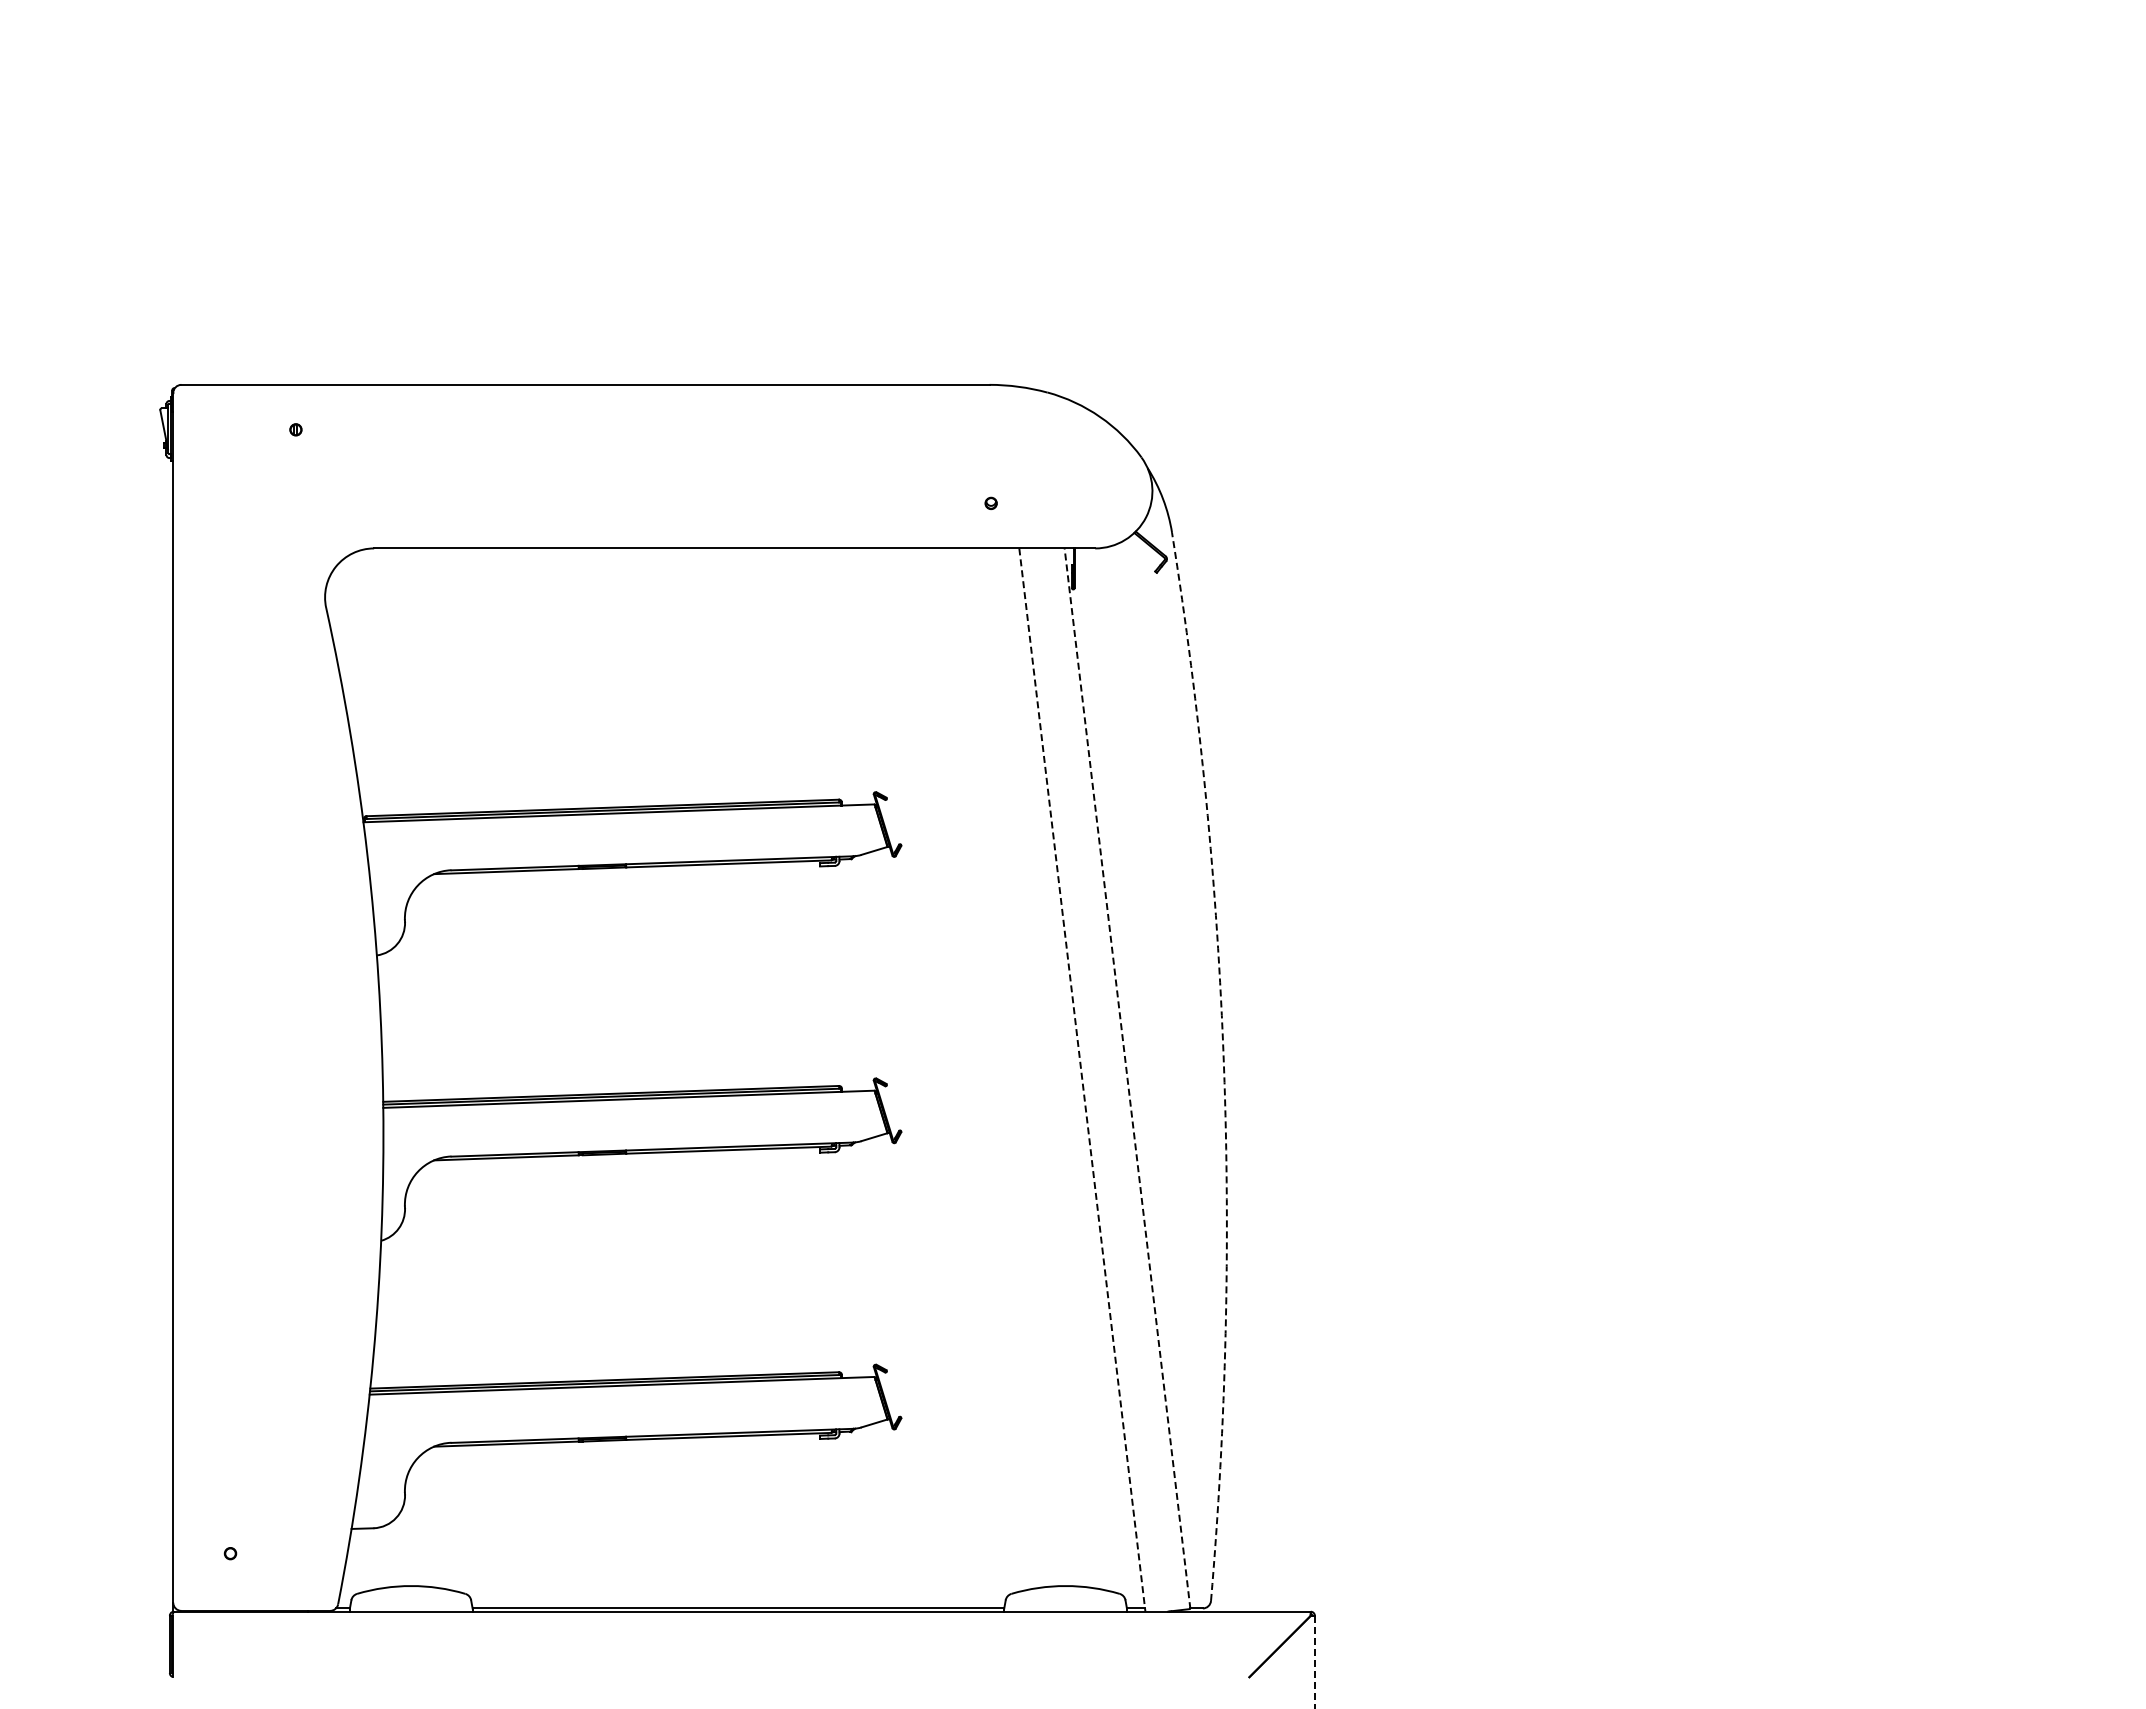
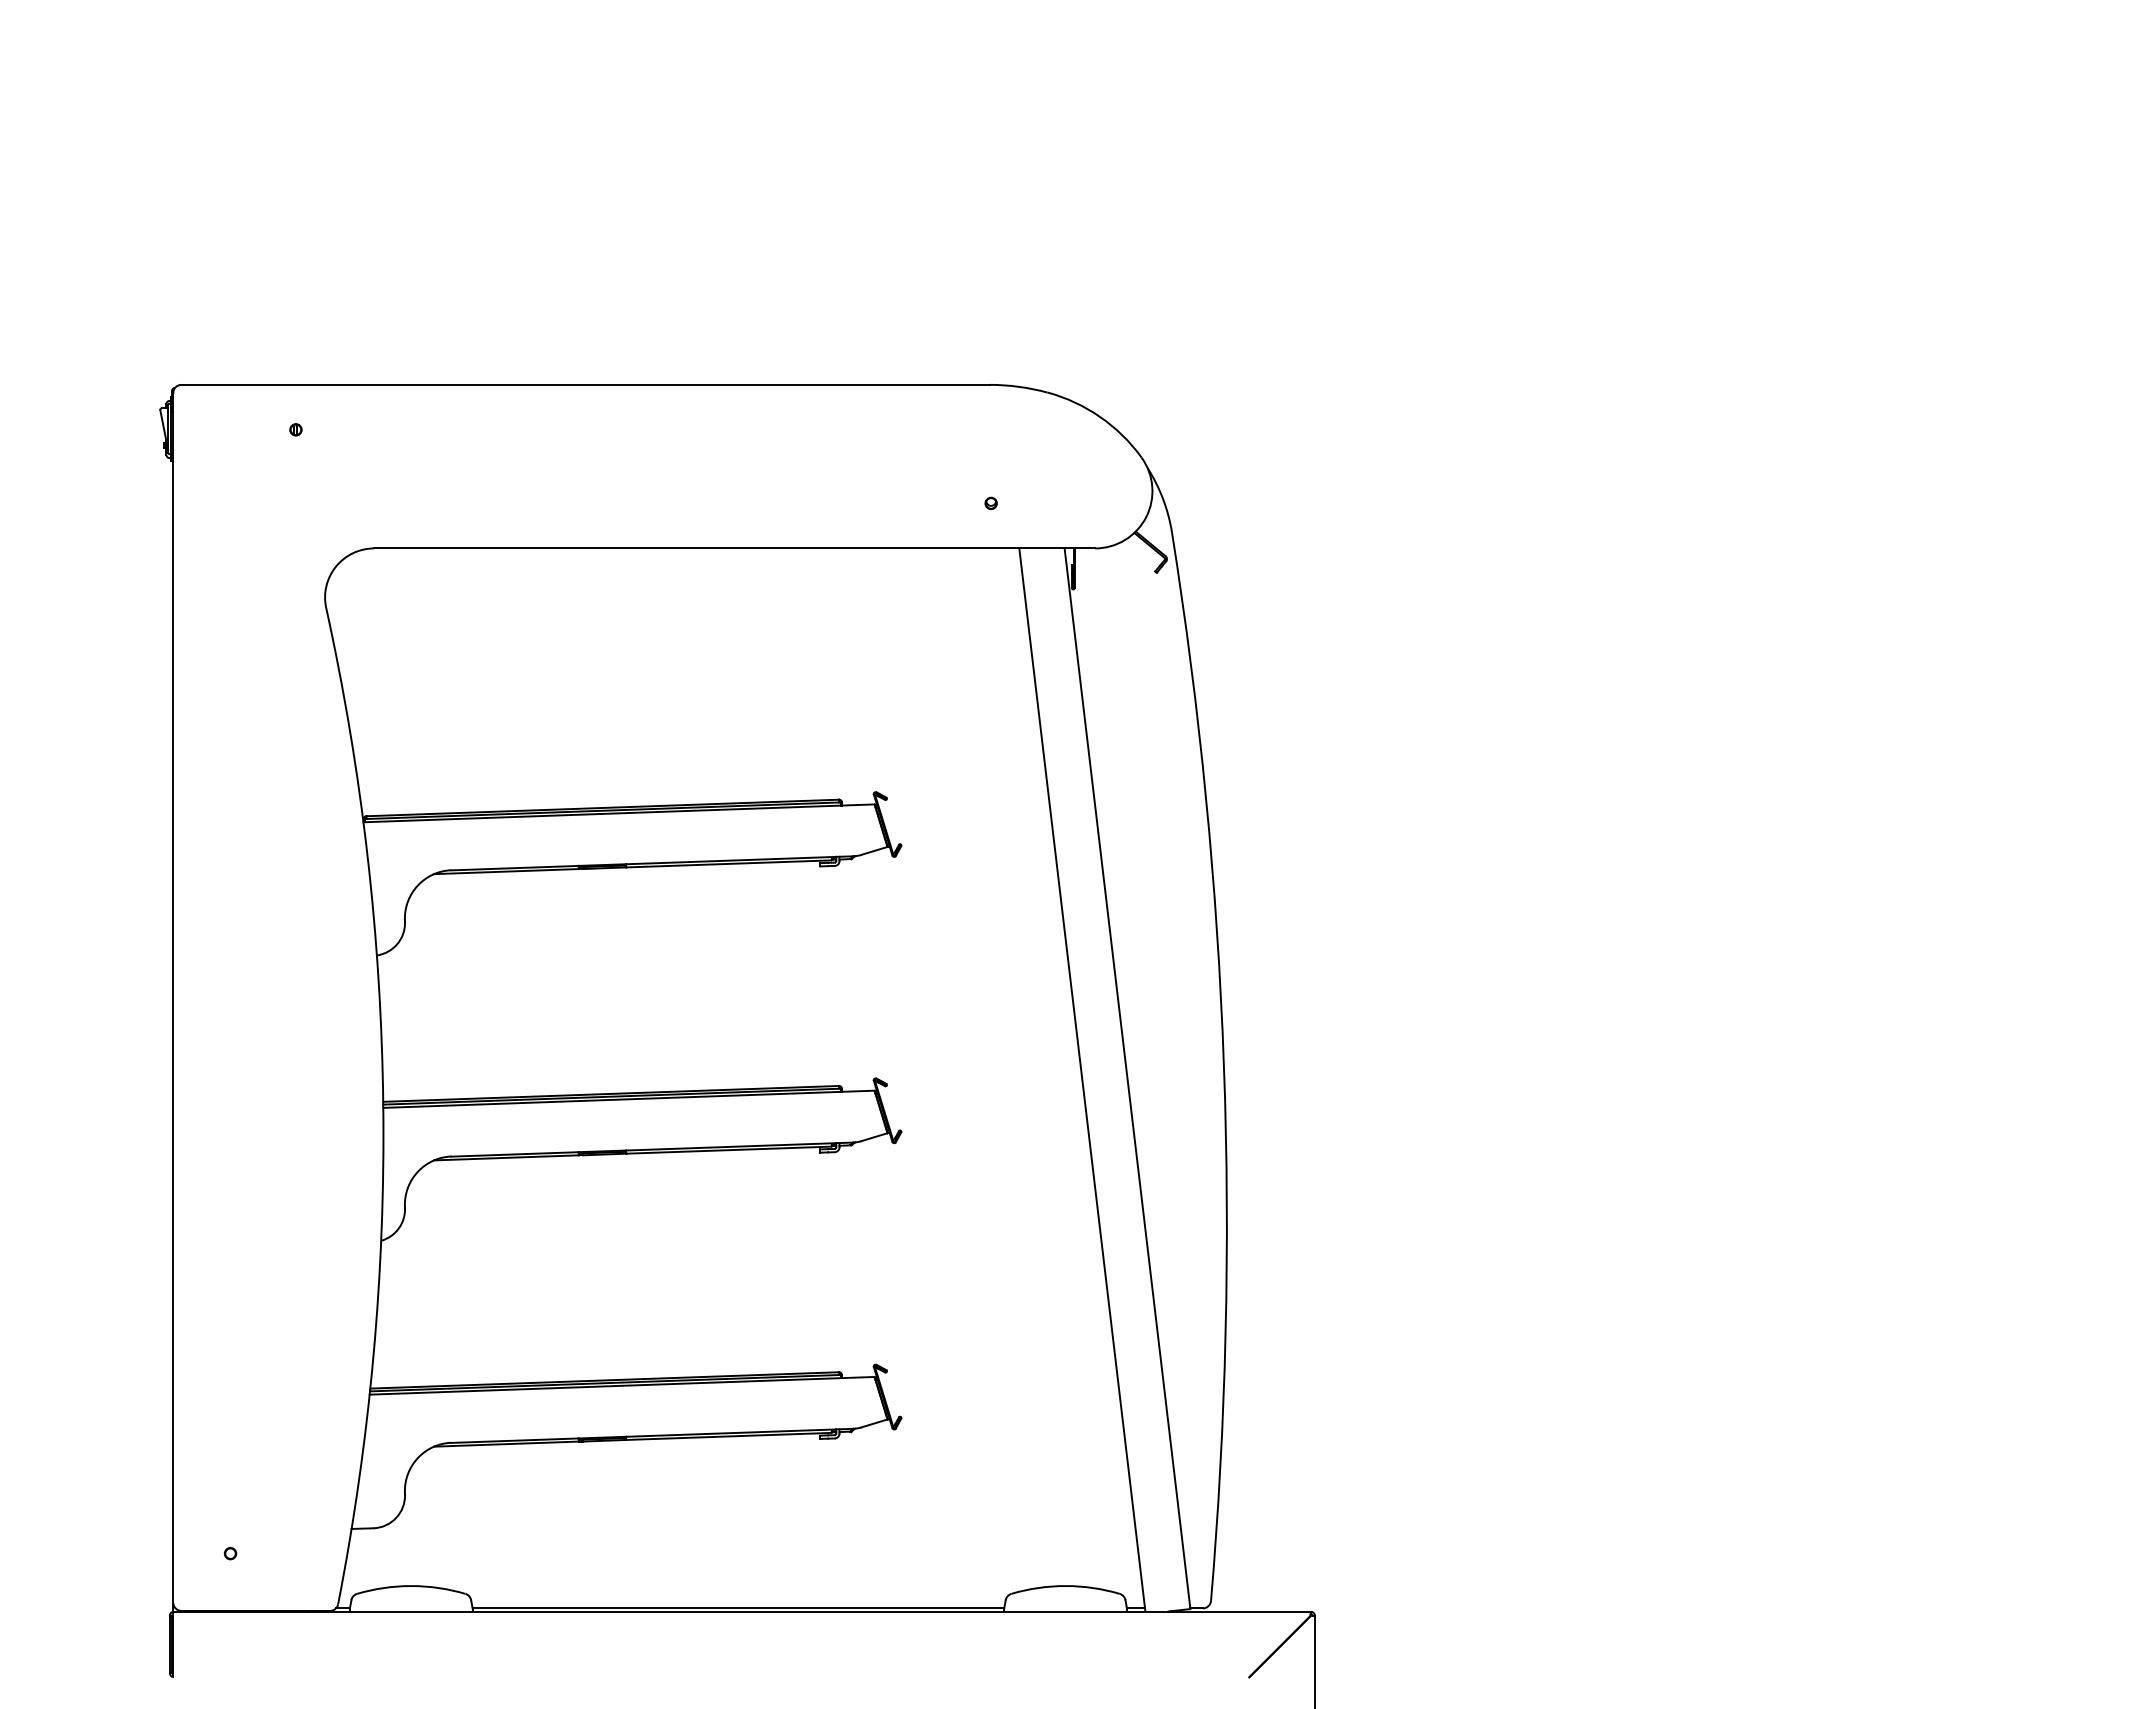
arc at (1223, 1065): dashed -> solid
line at (1127, 1078): dashed -> solid
line at (1082, 1080): dashed -> solid
line at (1314, 1662): dashed -> solid
